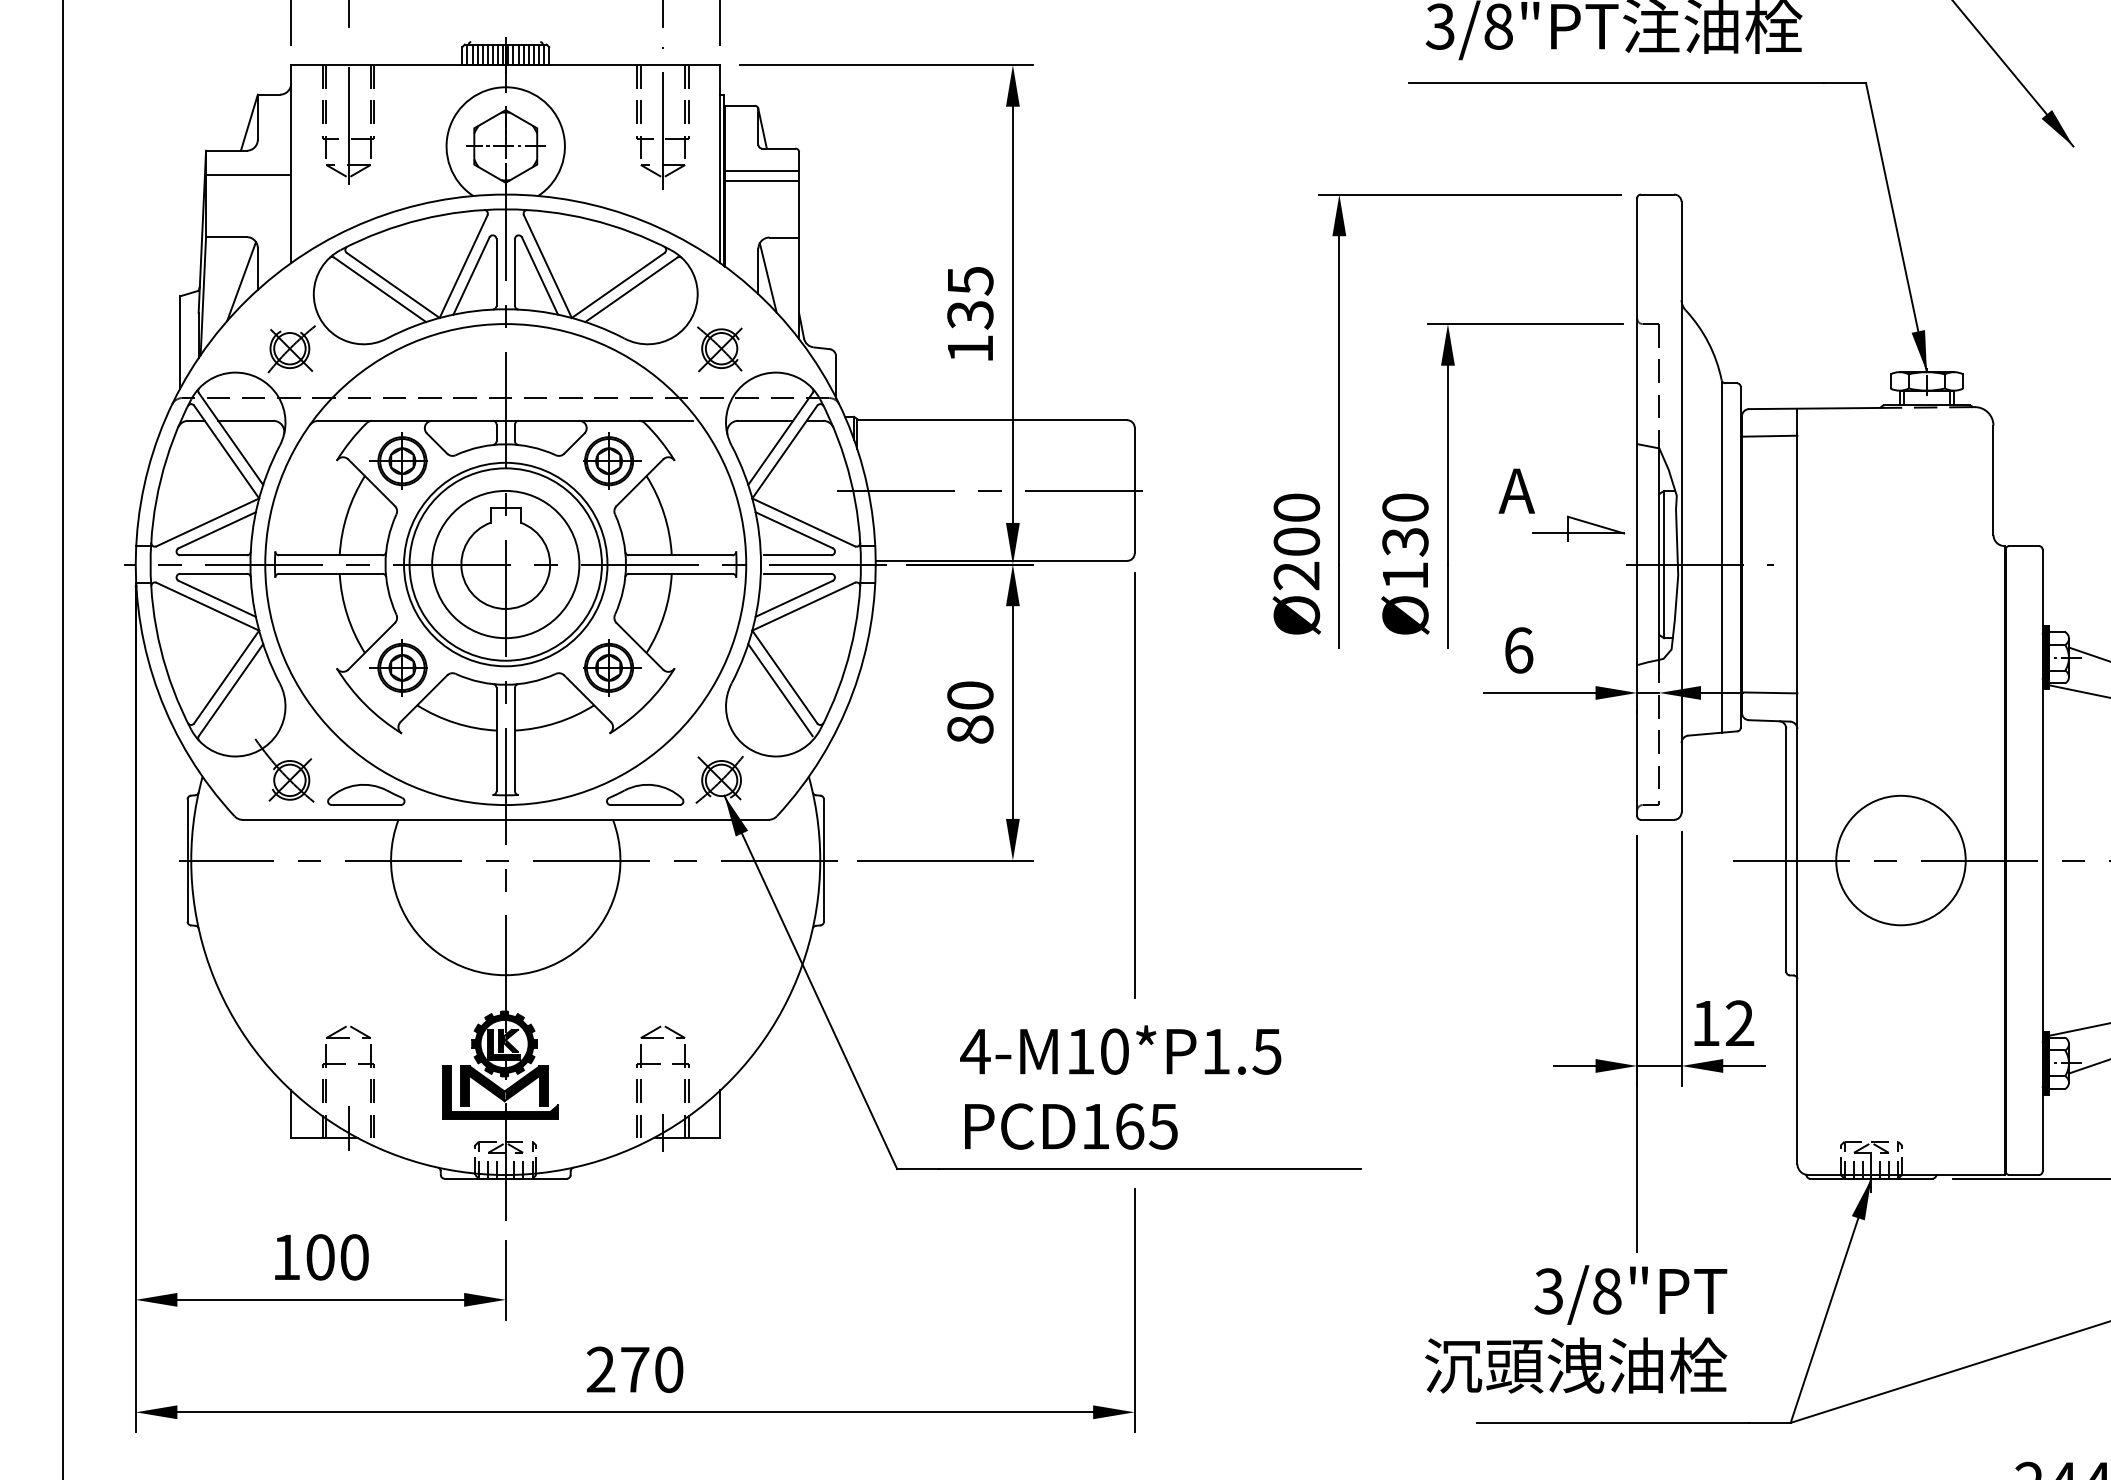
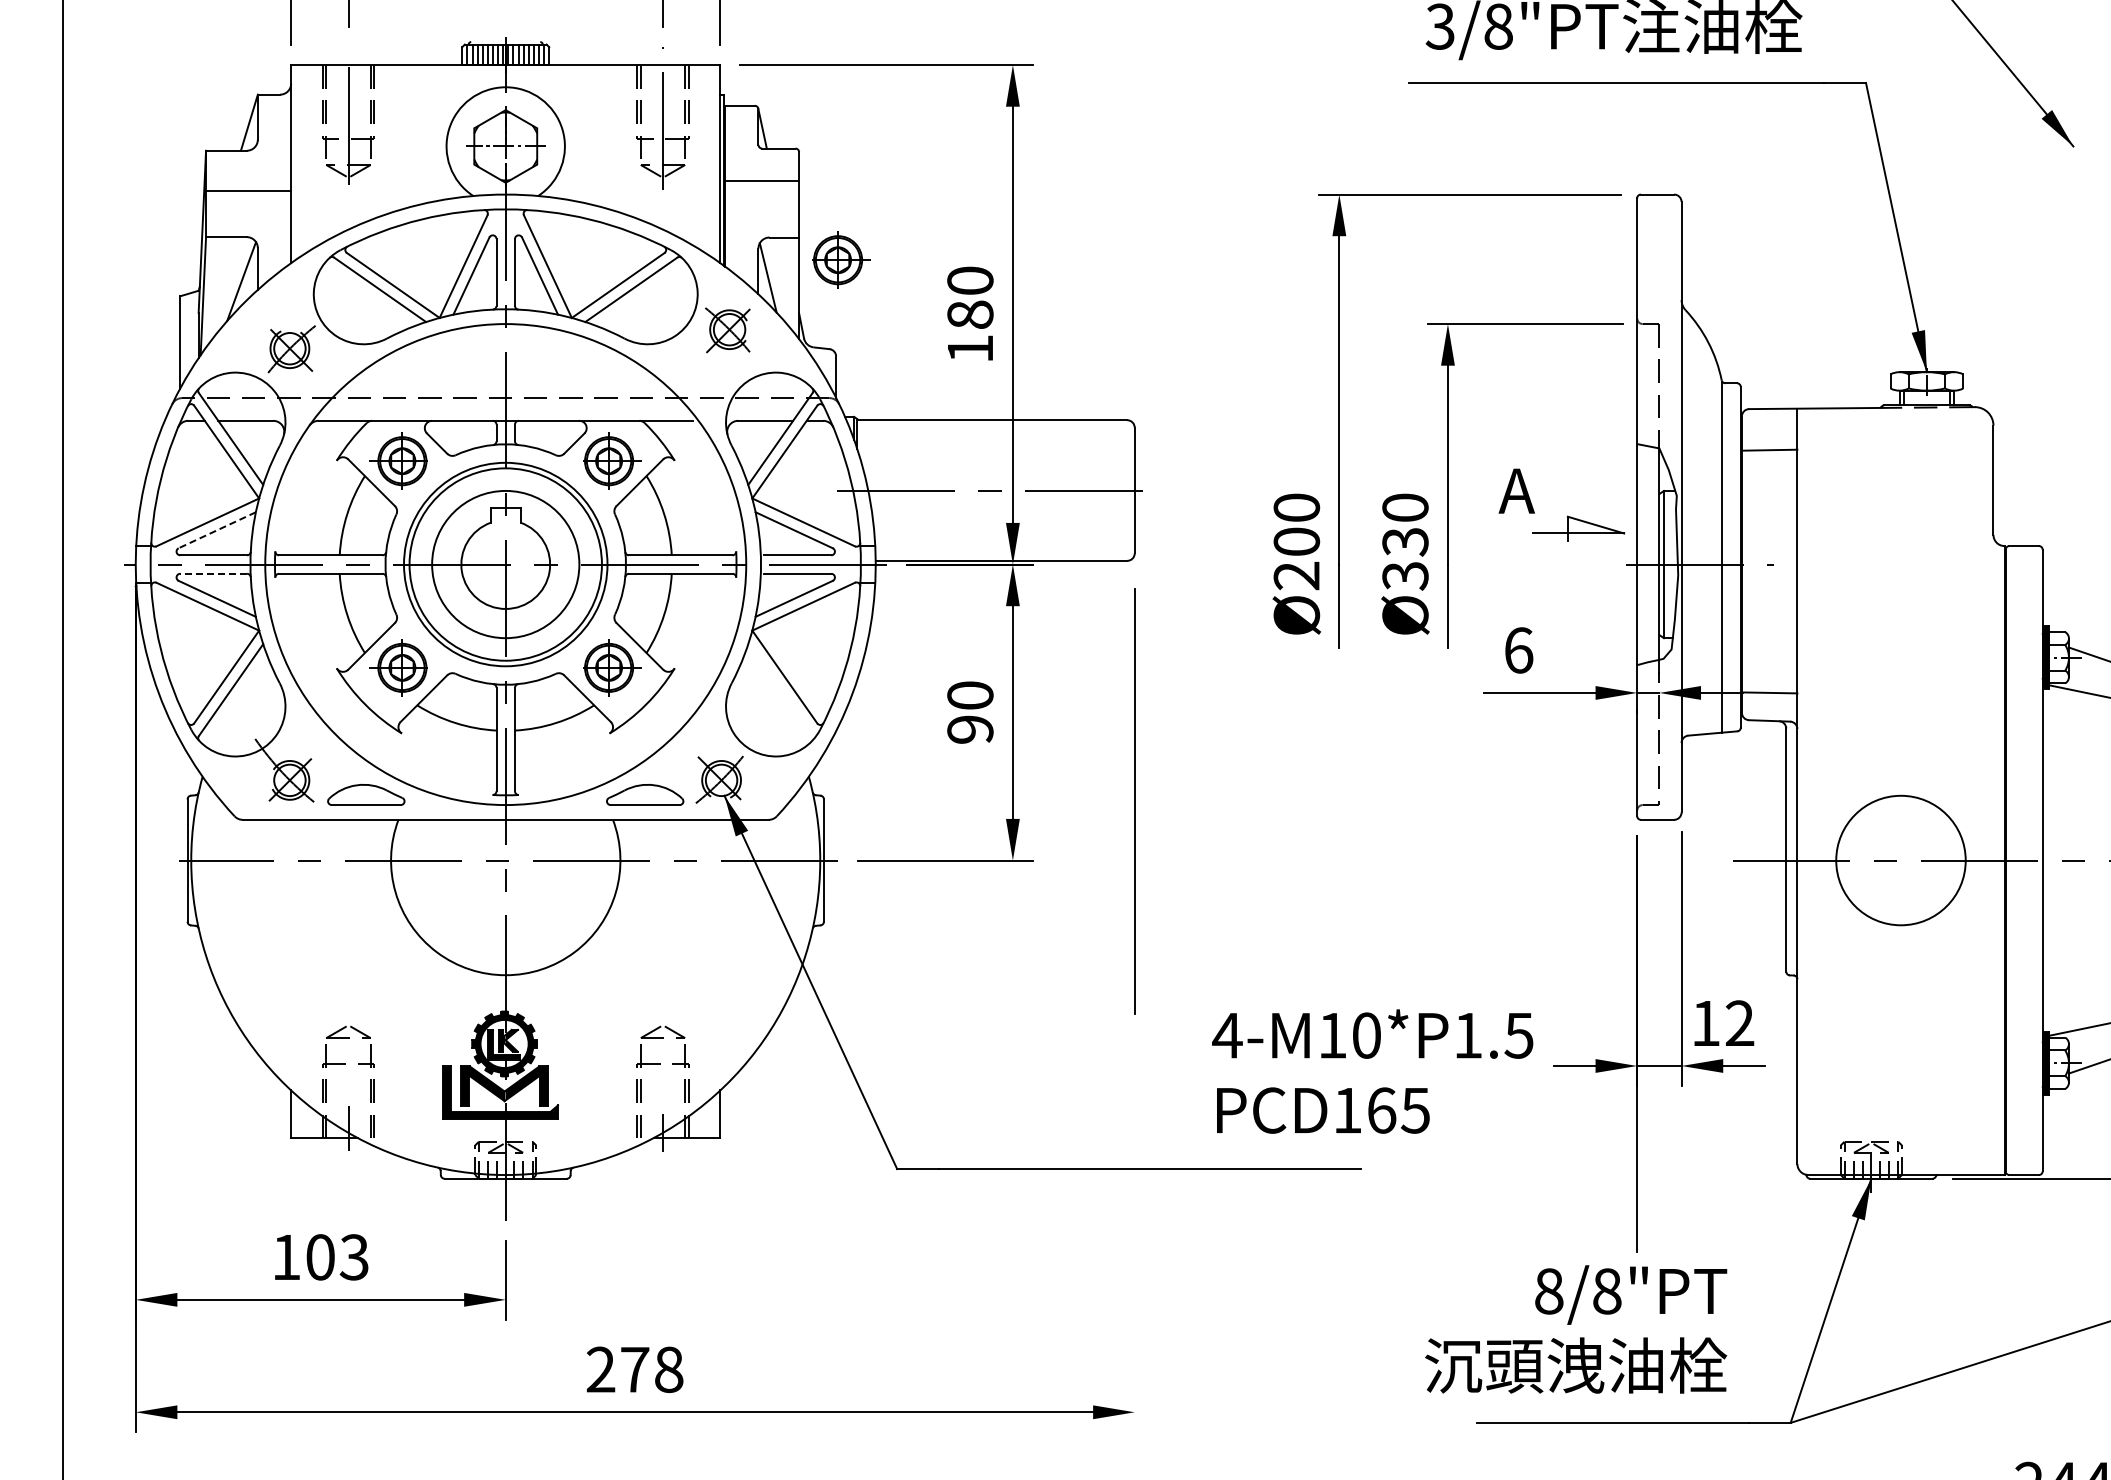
line at (762, 170): present -> none
line at (248, 175) position: (248, 175) -> (248, 191)
part at (841, 259): none -> present
text at (970, 297): 135 -> 180
part at (719, 349) position: (719, 349) -> (727, 330)
line at (1769, 435) position: (1769, 435) -> (1769, 449)
line at (217, 530): solid -> dashed
line at (213, 573): solid -> dashed
text at (1405, 576): Ø130 -> Ø330
line at (780, 690): present -> none
text at (970, 729): 80 -> 90
line at (1134, 785) position: (1134, 785) -> (1134, 801)
text at (1120, 1087) position: (1120, 1087) -> (1372, 1071)
text at (353, 1257): 100 -> 103
text at (1548, 1291): 3/8"PT -> 8/8"PT
line at (1134, 1310): present -> none
text at (669, 1369): 270 -> 278
